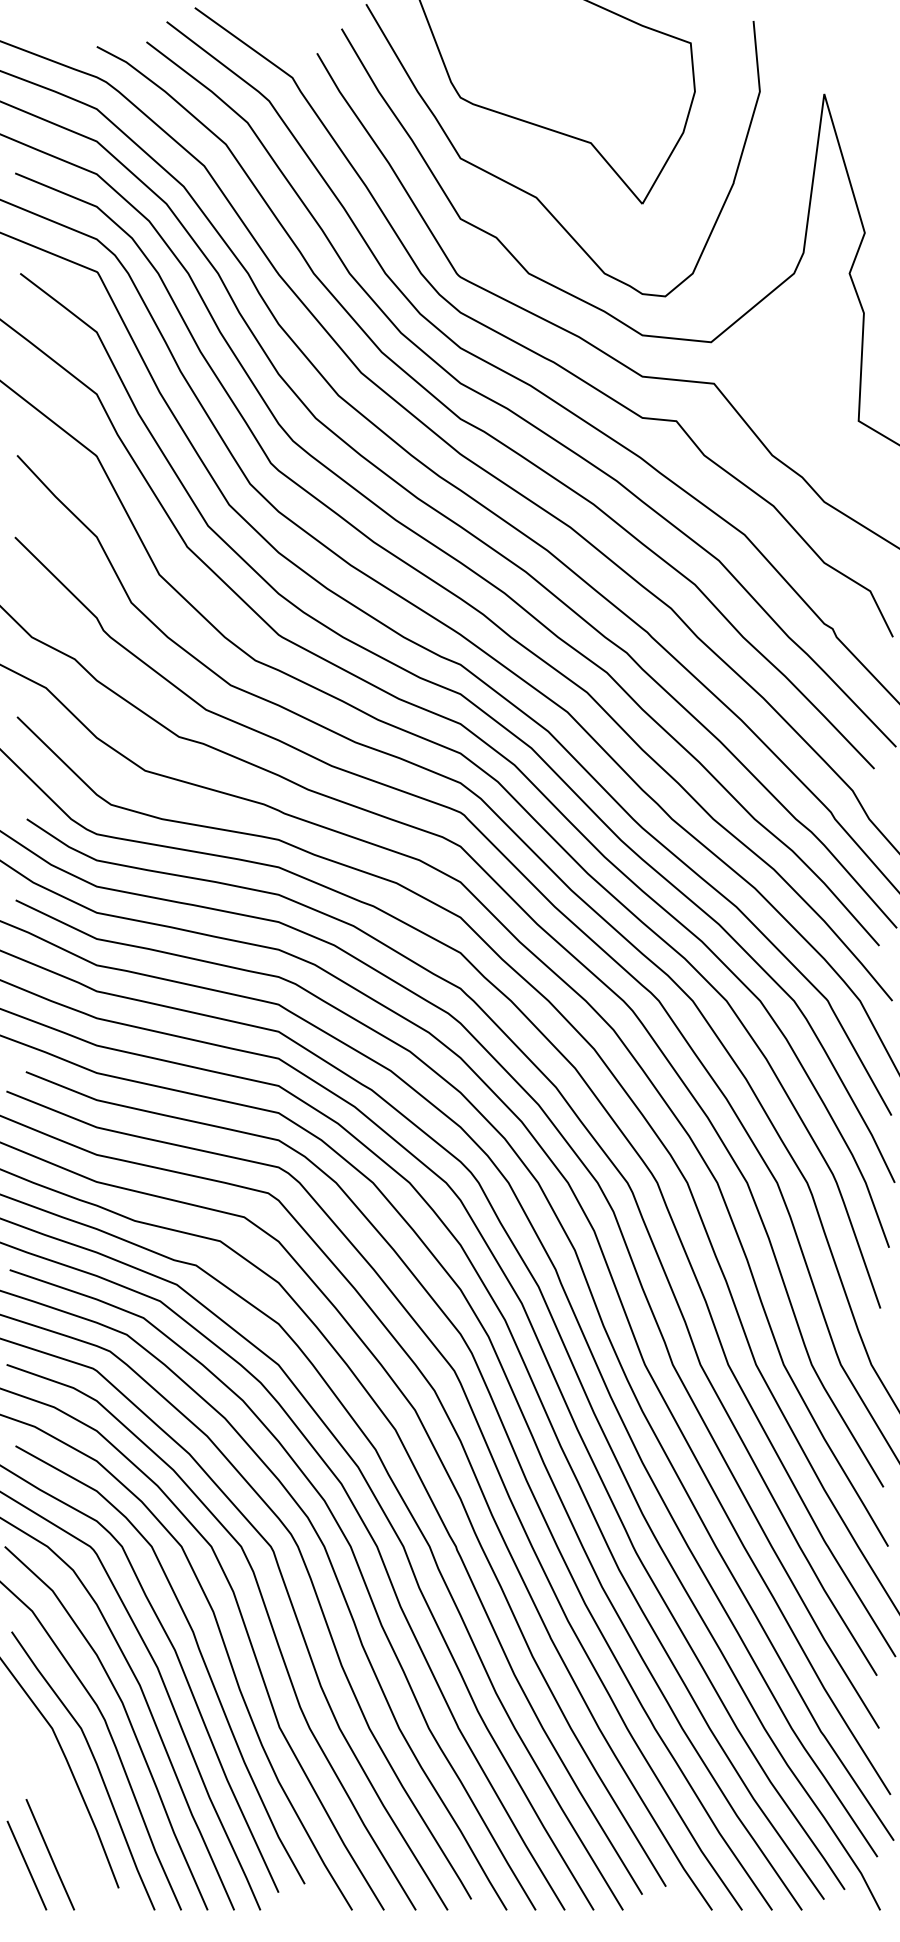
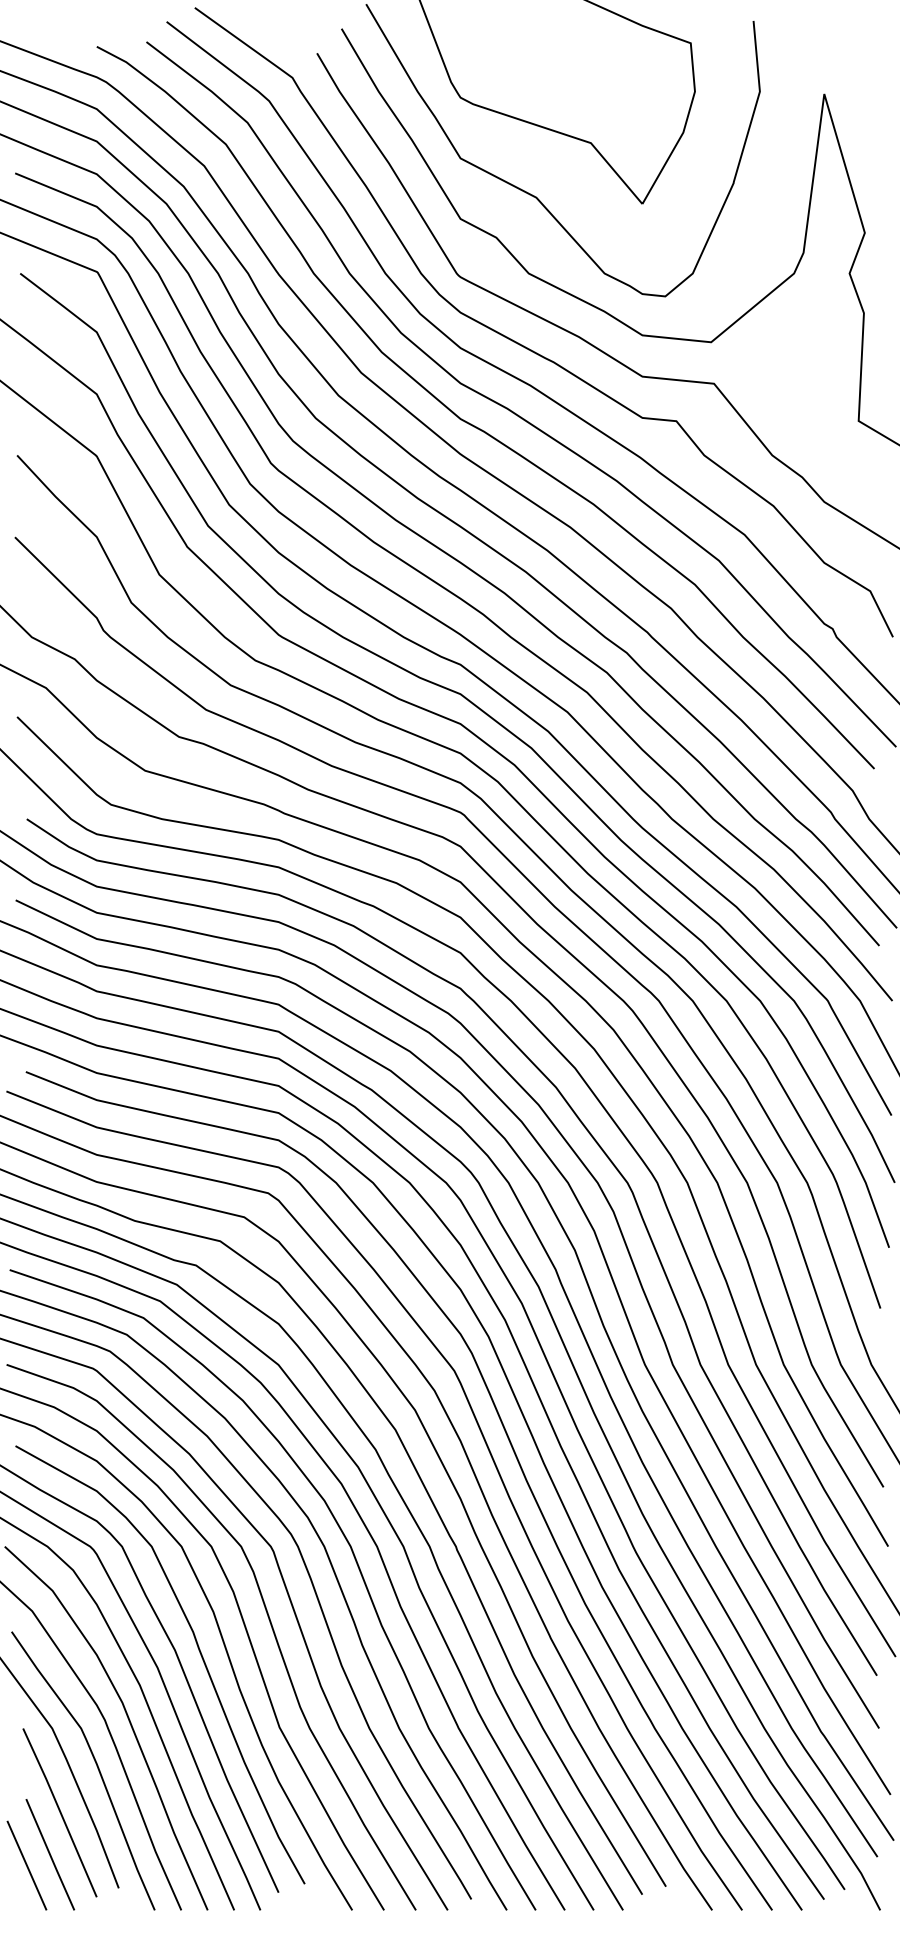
line at (59, 1812): none -> present
